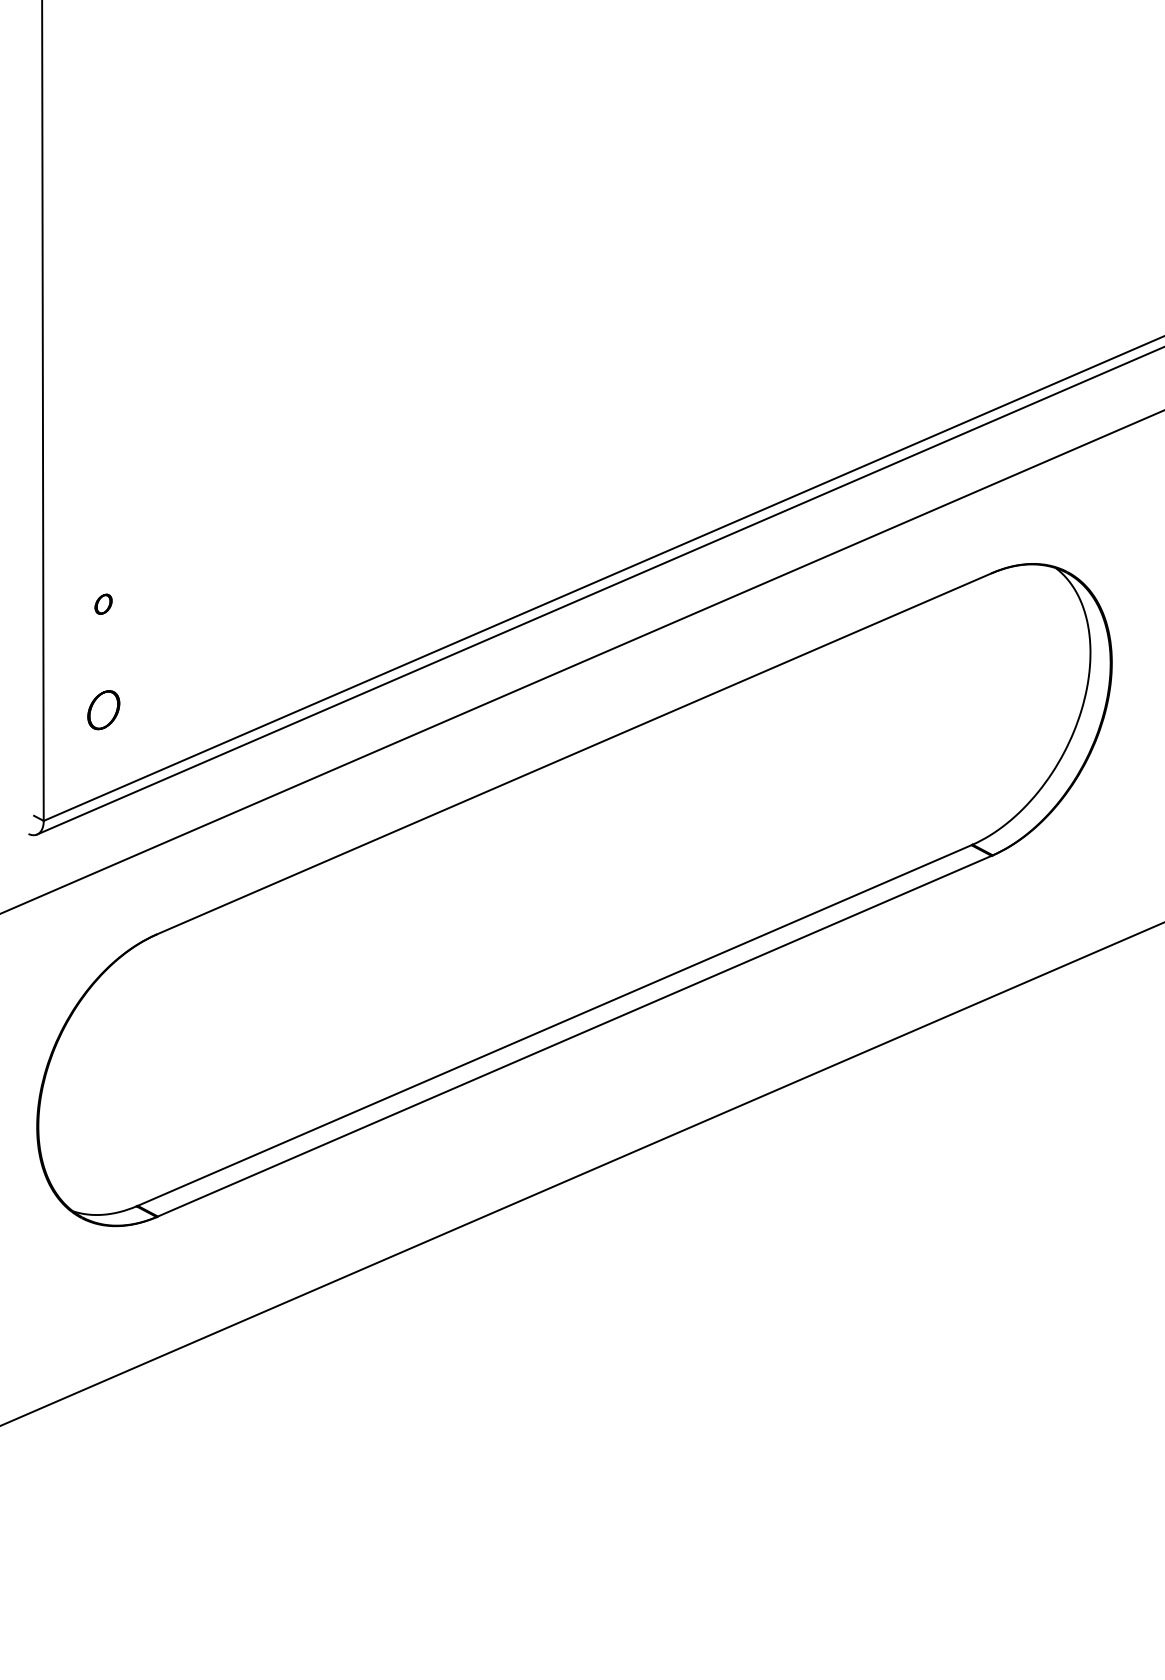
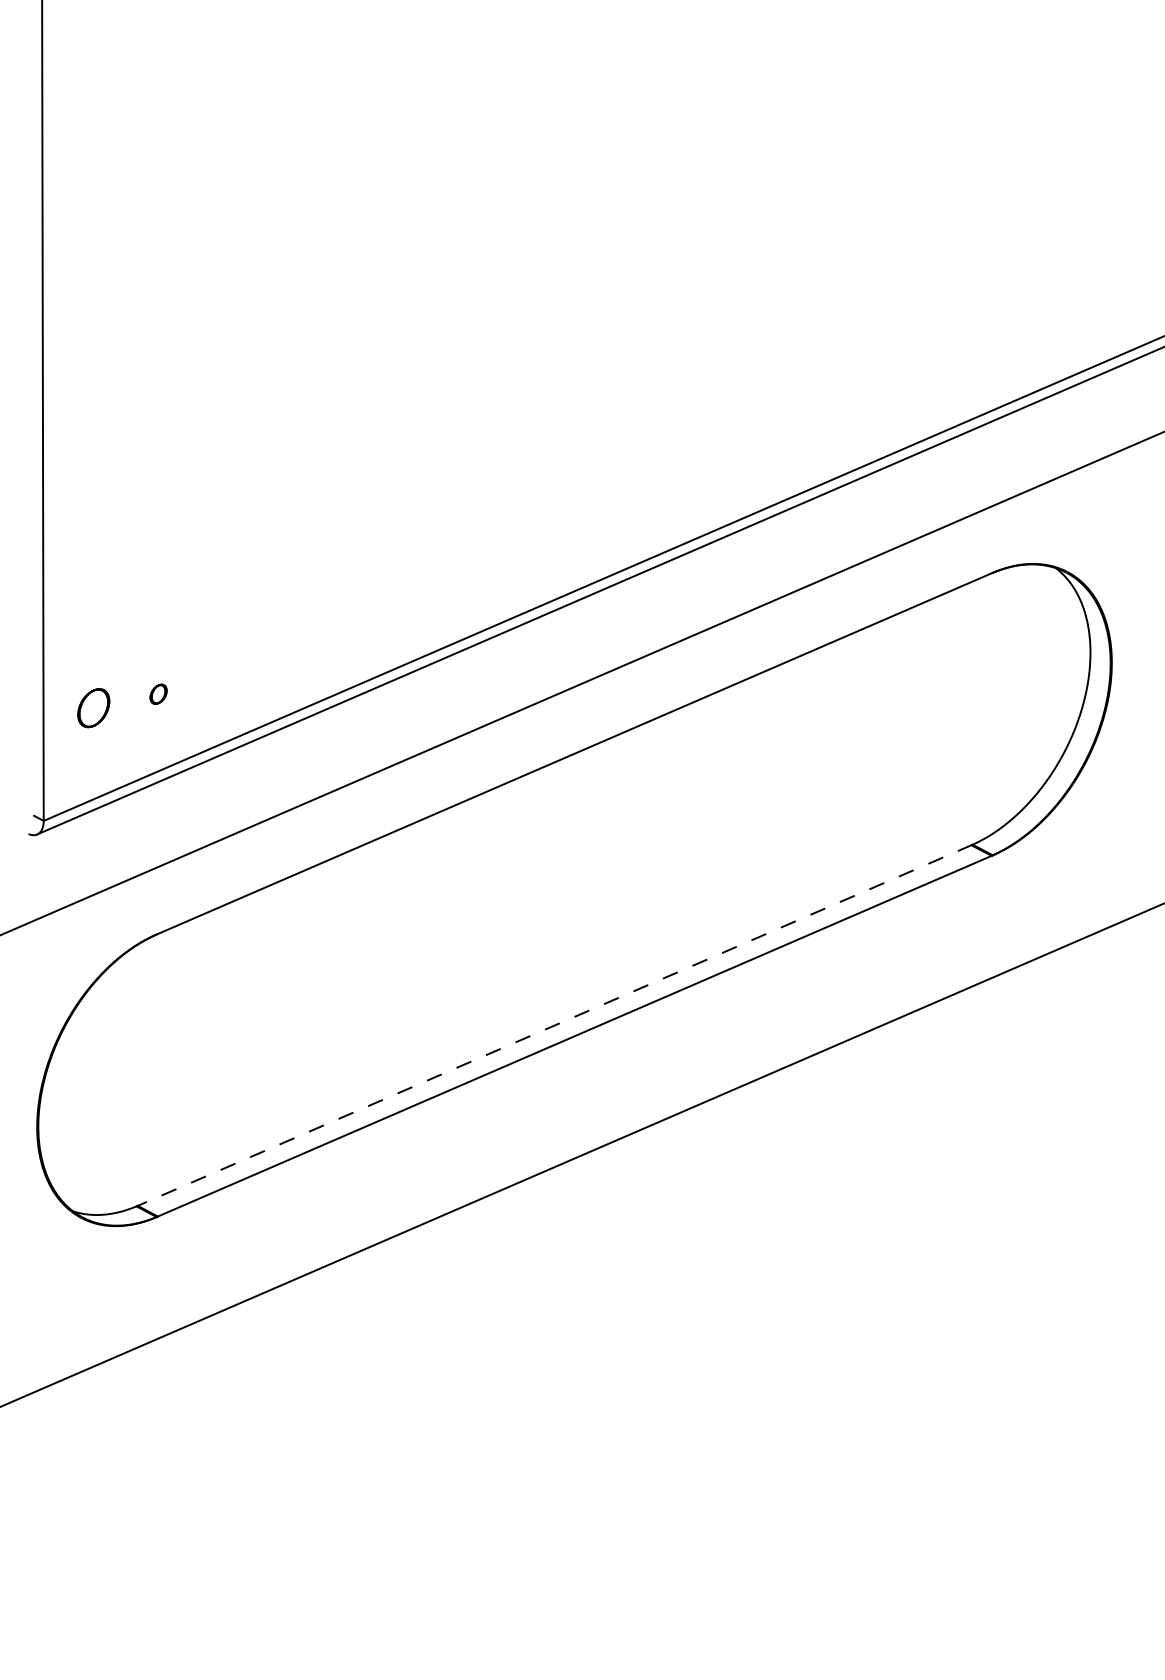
part at (103, 603) position: (103, 603) -> (158, 693)
line at (581, 661) position: (581, 661) -> (581, 683)
part at (103, 710) position: (103, 710) -> (93, 708)
line at (554, 1025): solid -> dashed
line at (581, 1174) position: (581, 1174) -> (581, 1154)
